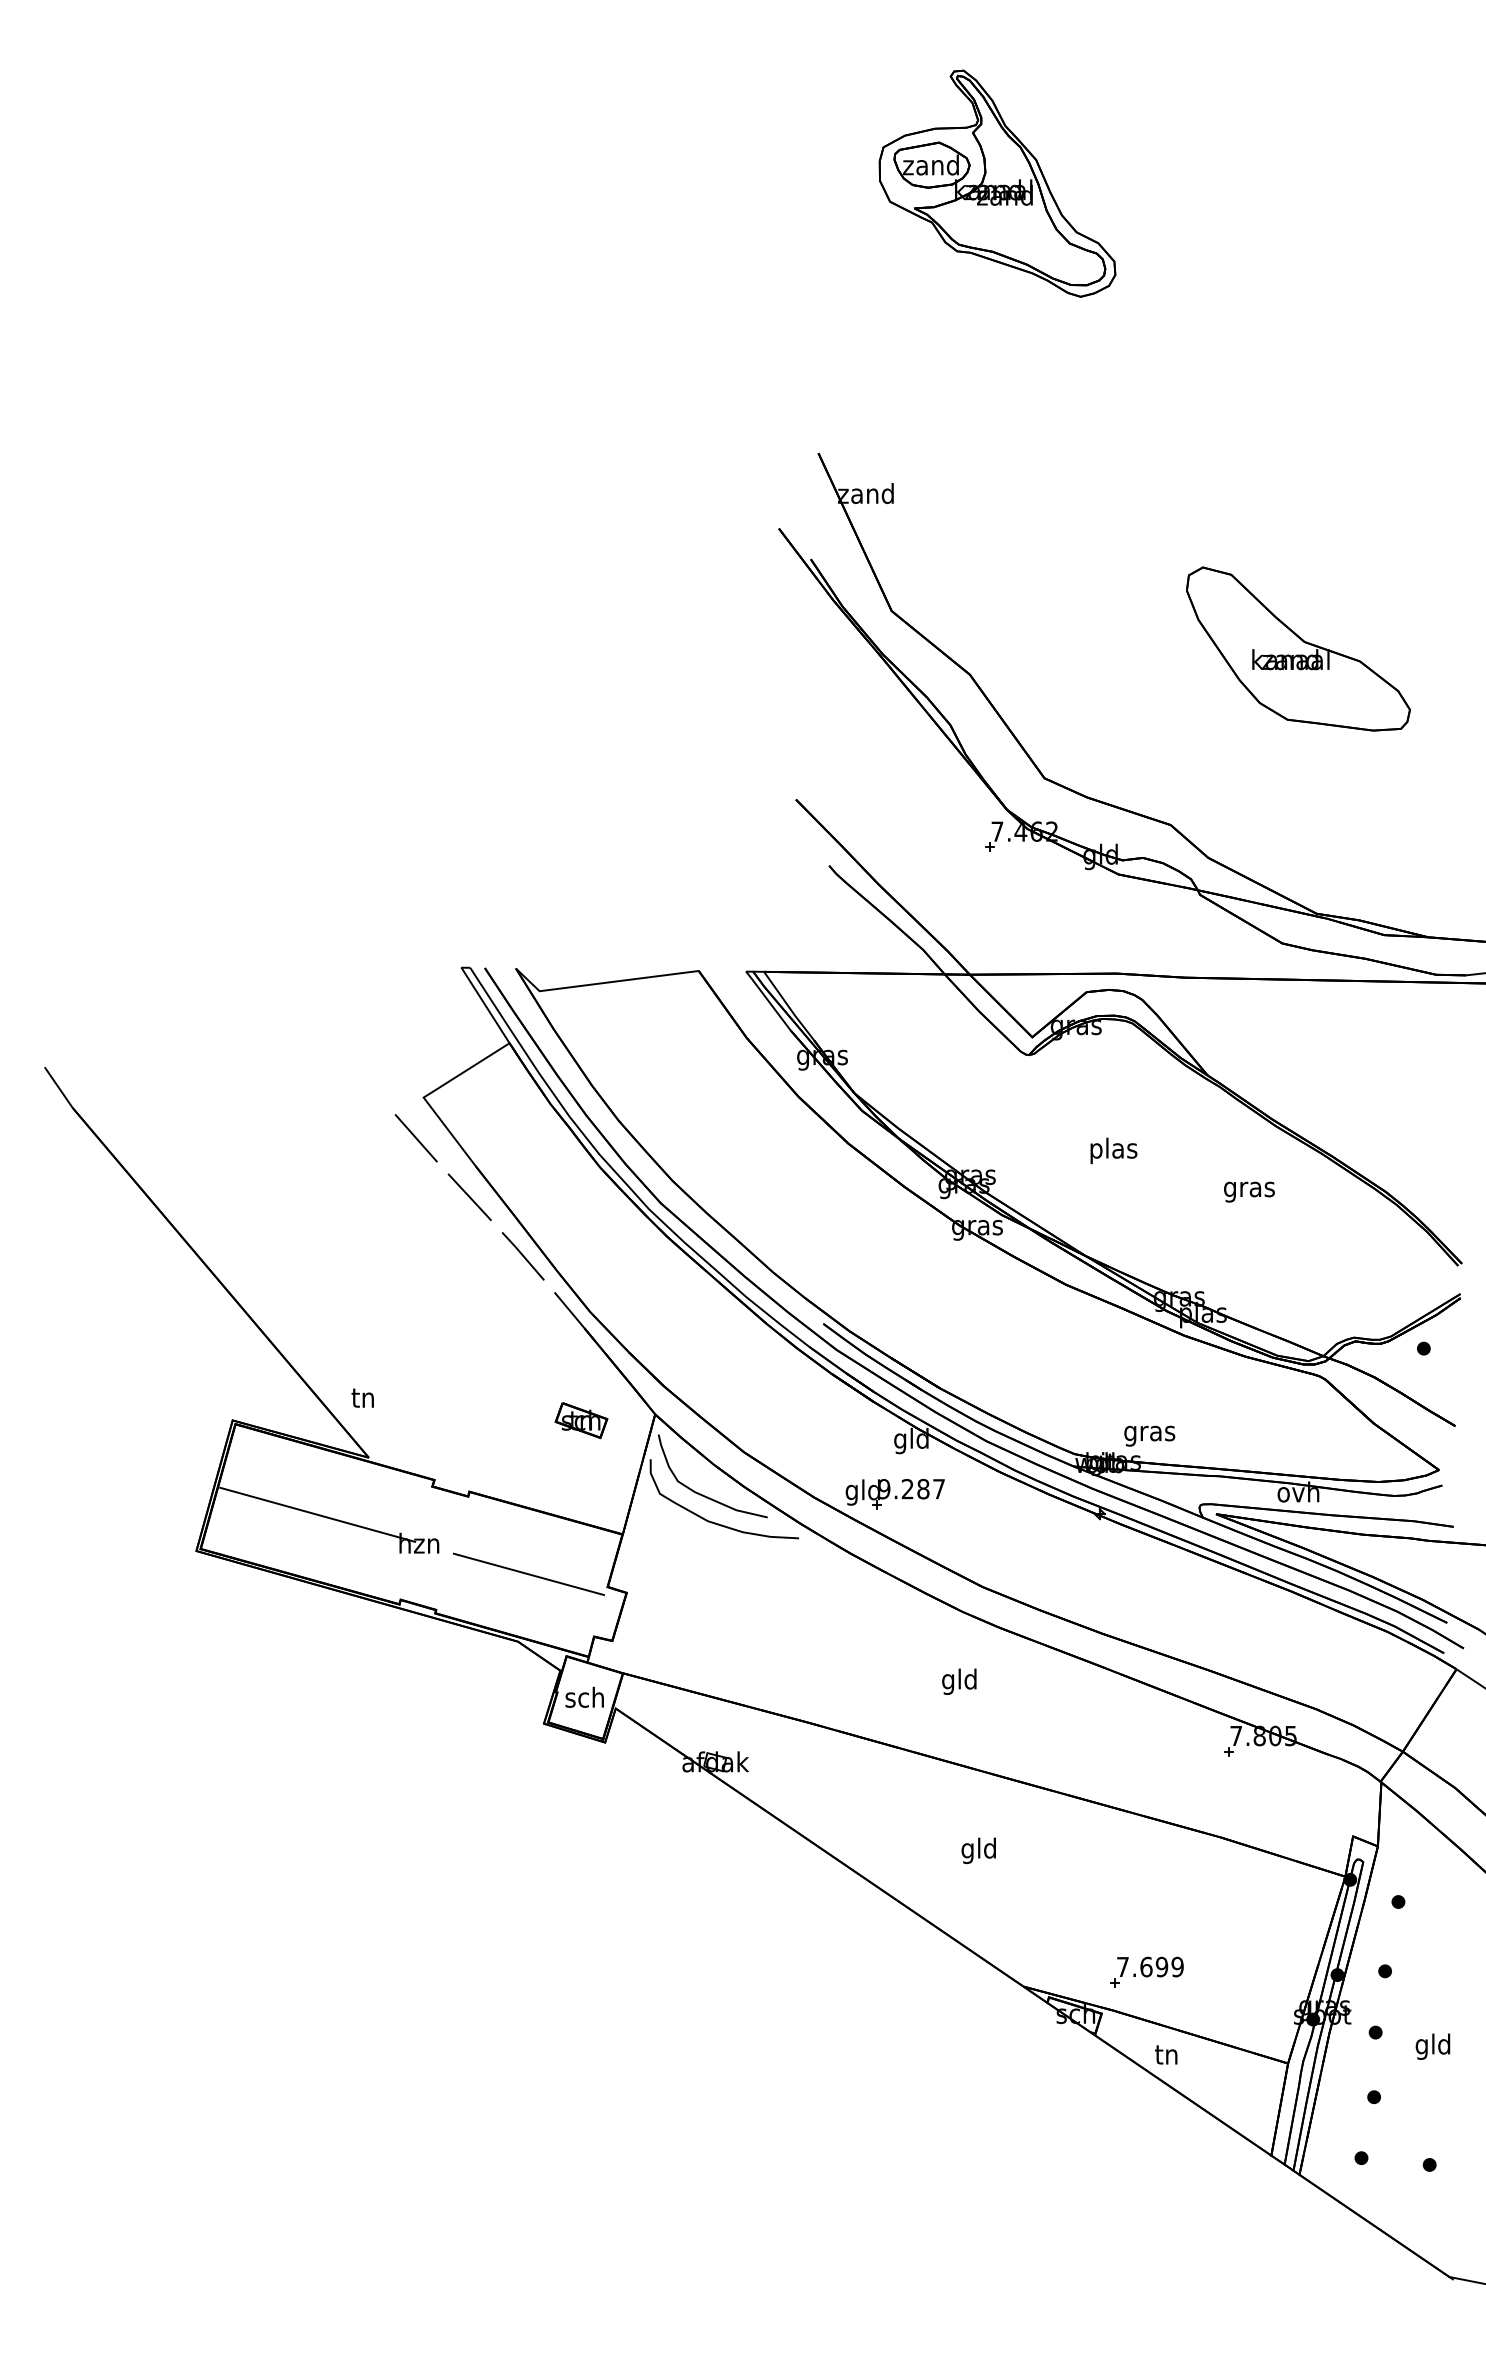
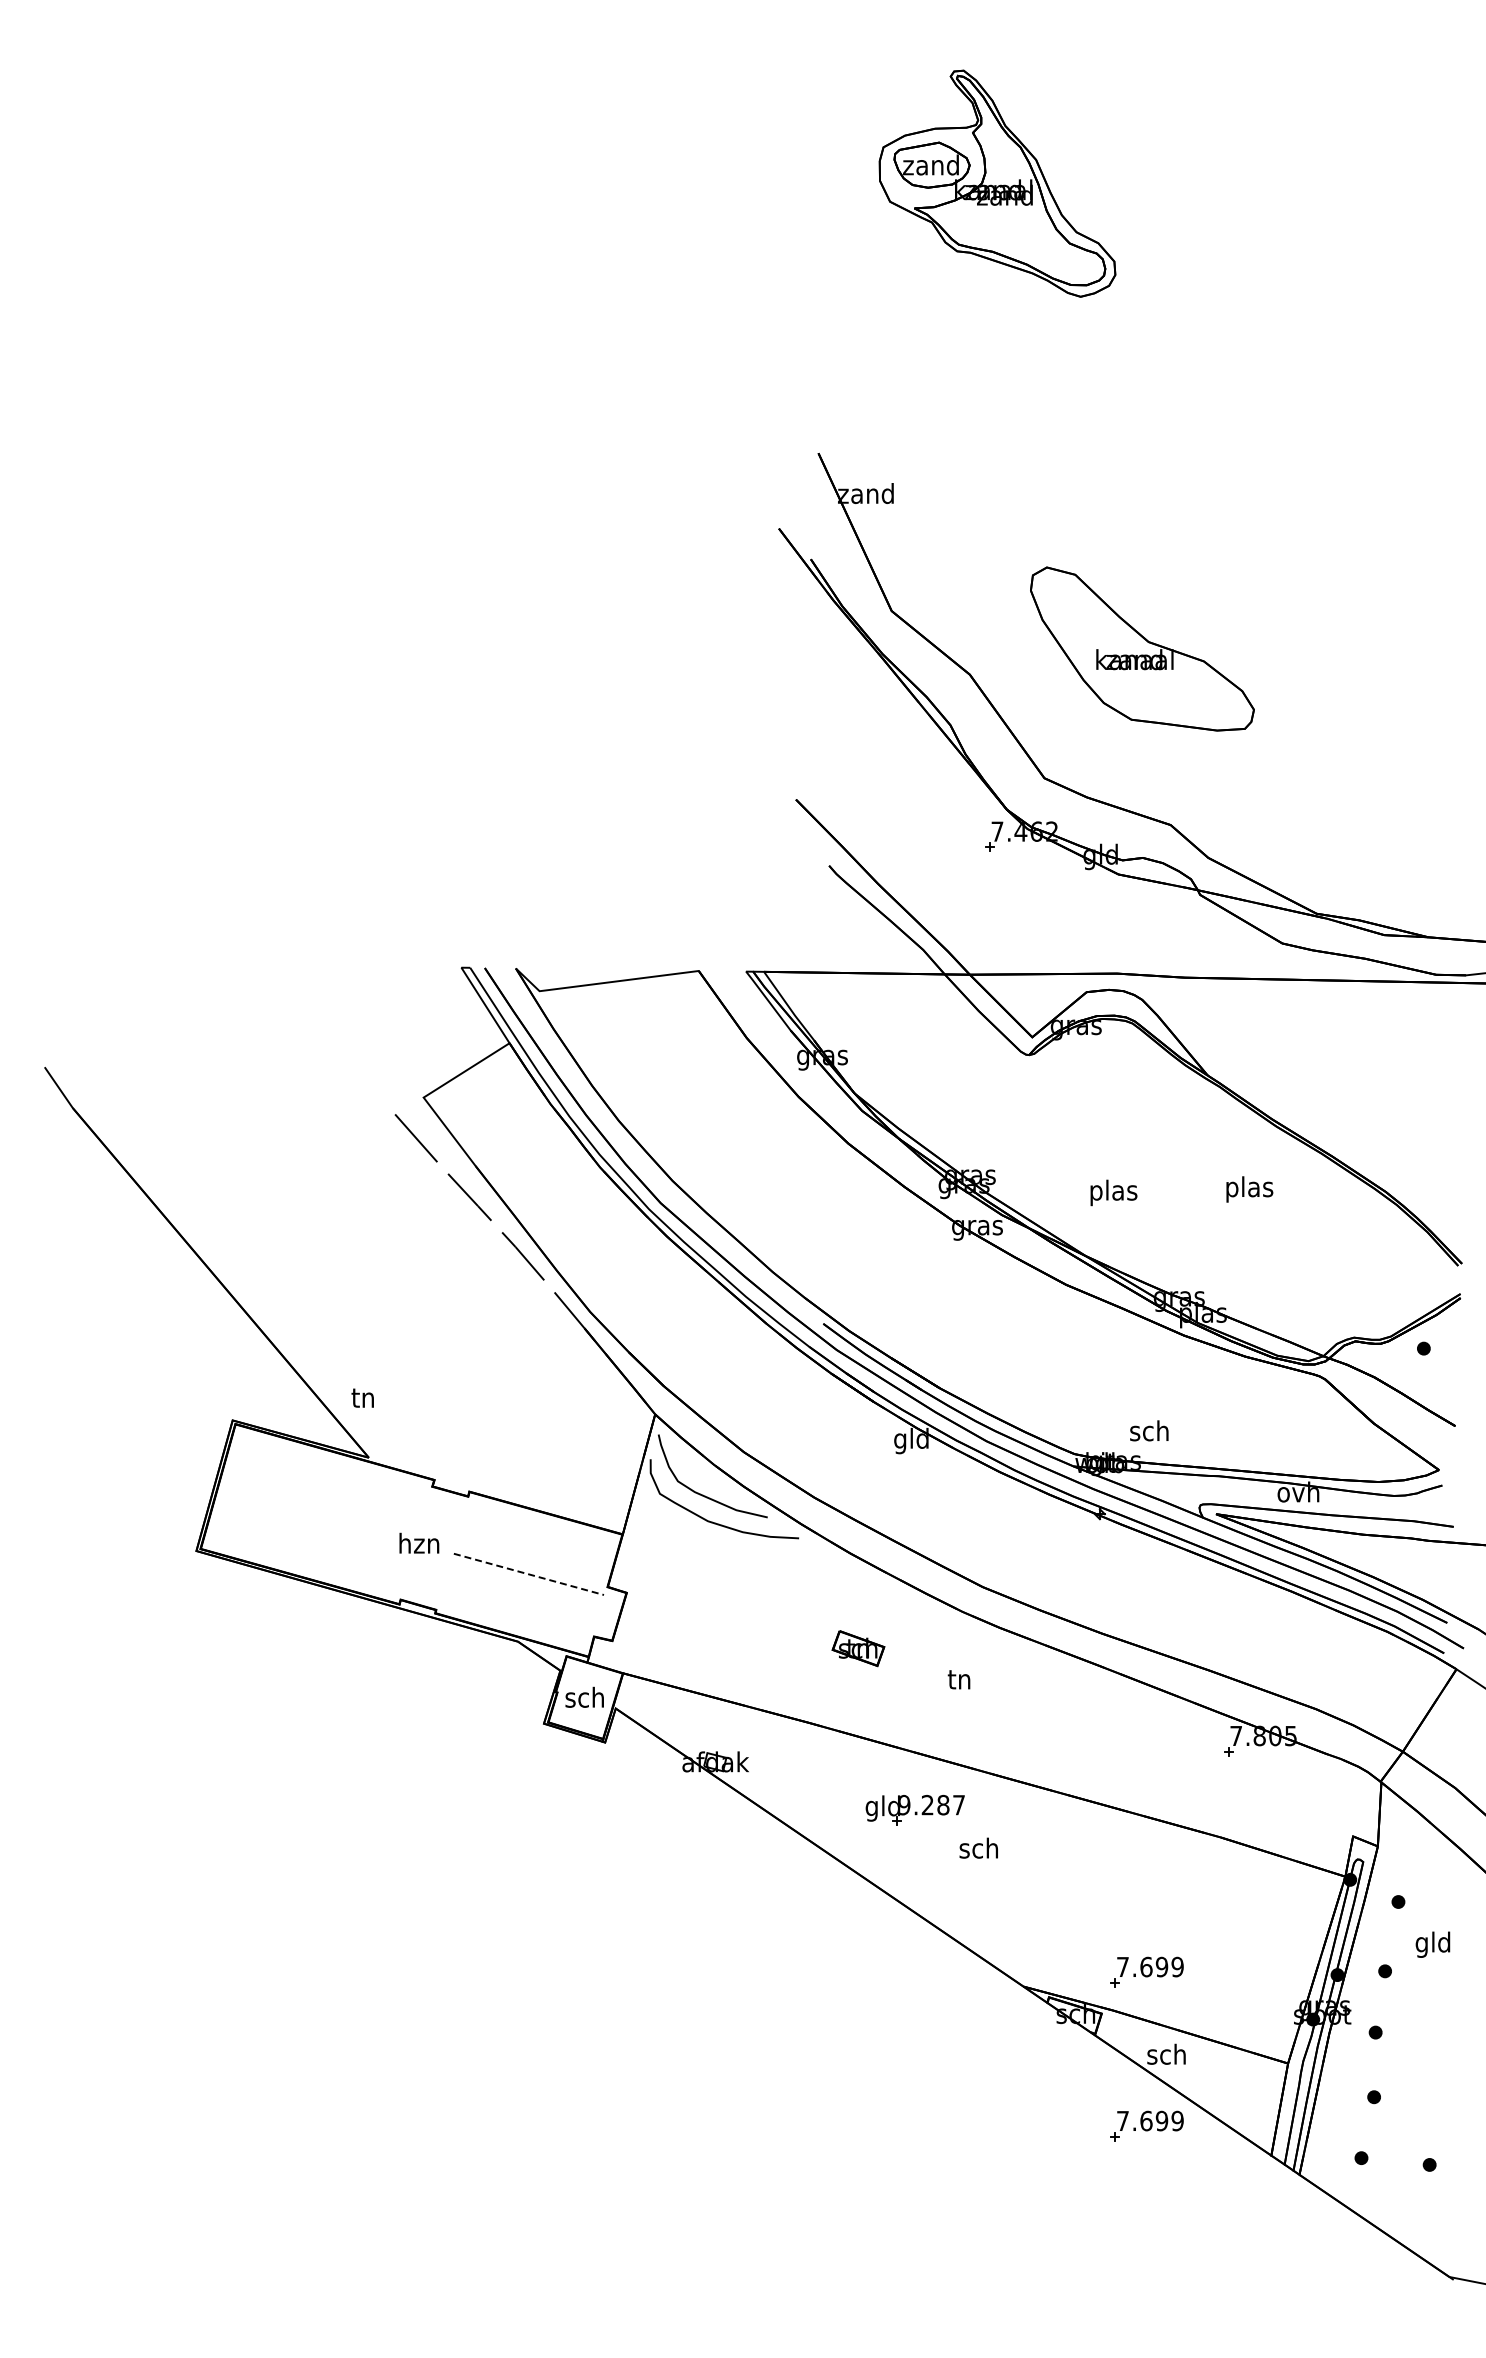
part at (1298, 648) position: (1298, 648) -> (1142, 648)
text at (1113, 1150) position: (1113, 1150) -> (1113, 1192)
text at (1249, 1189): gras -> plas
part at (581, 1420) position: (581, 1420) -> (858, 1648)
text at (1149, 1433): gras -> sch
part at (894, 1494) position: (894, 1494) -> (914, 1810)
line at (317, 1514): present -> none
line at (528, 1574): solid -> dashed
text at (959, 1681): gld -> tn
text at (978, 1850): gld -> sch
text at (1432, 2046) position: (1432, 2046) -> (1432, 1944)
text at (1166, 2053): tn -> sch
part at (1146, 2125): none -> present
